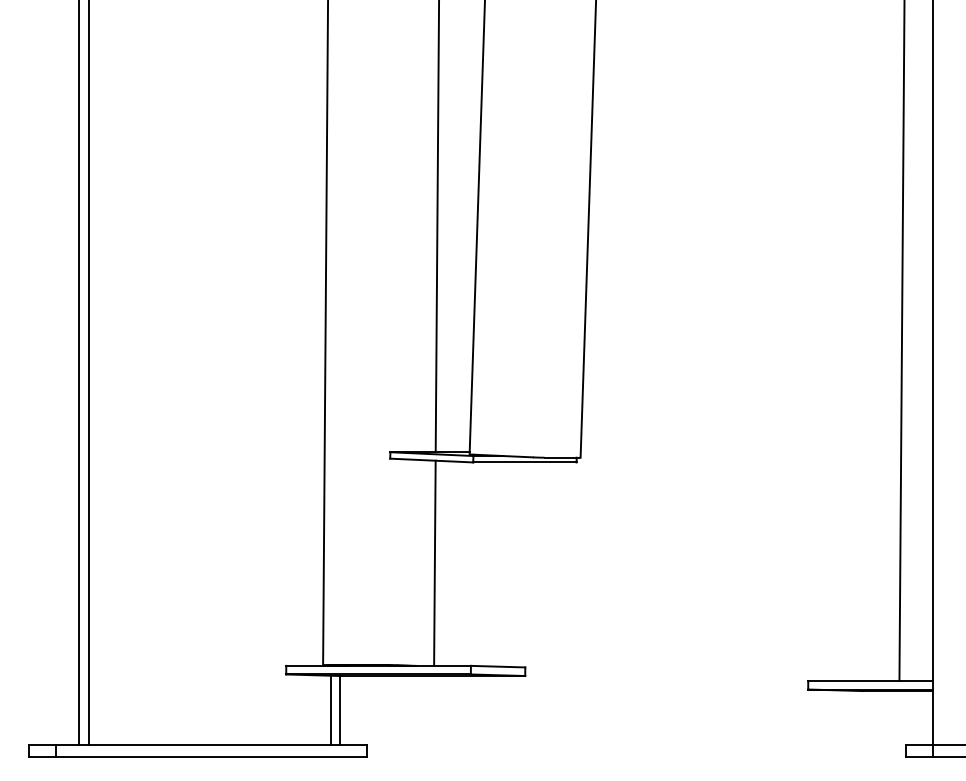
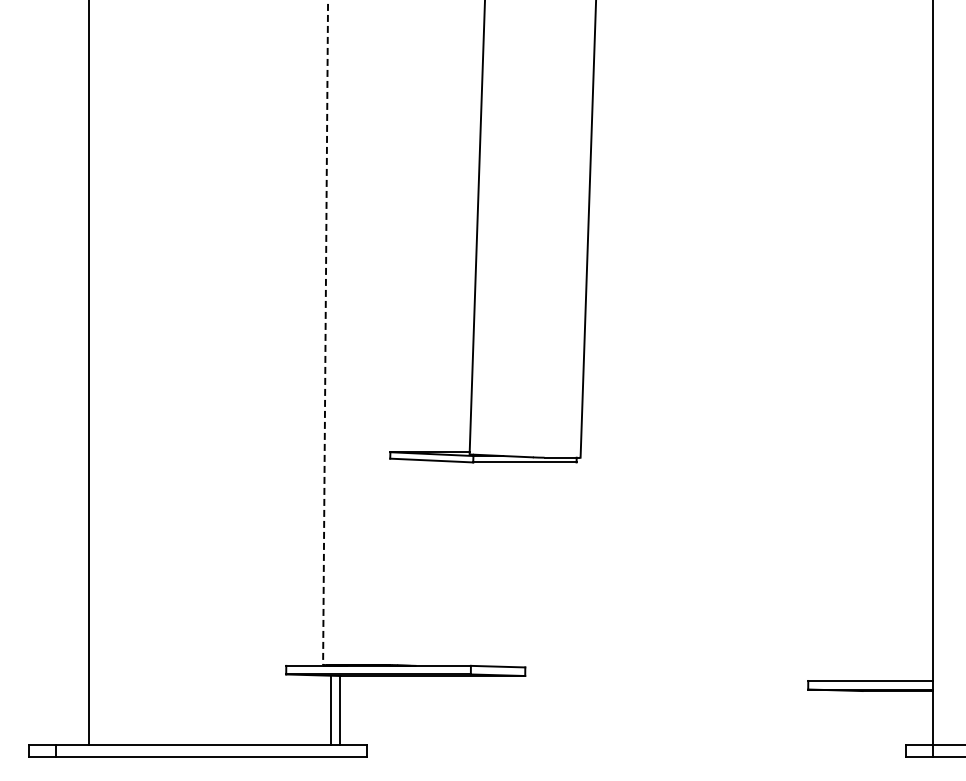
line at (437, 227): present -> none
line at (325, 333): solid -> dashed
line at (901, 341): present -> none
line at (78, 373): present -> none
line at (434, 562): present -> none
